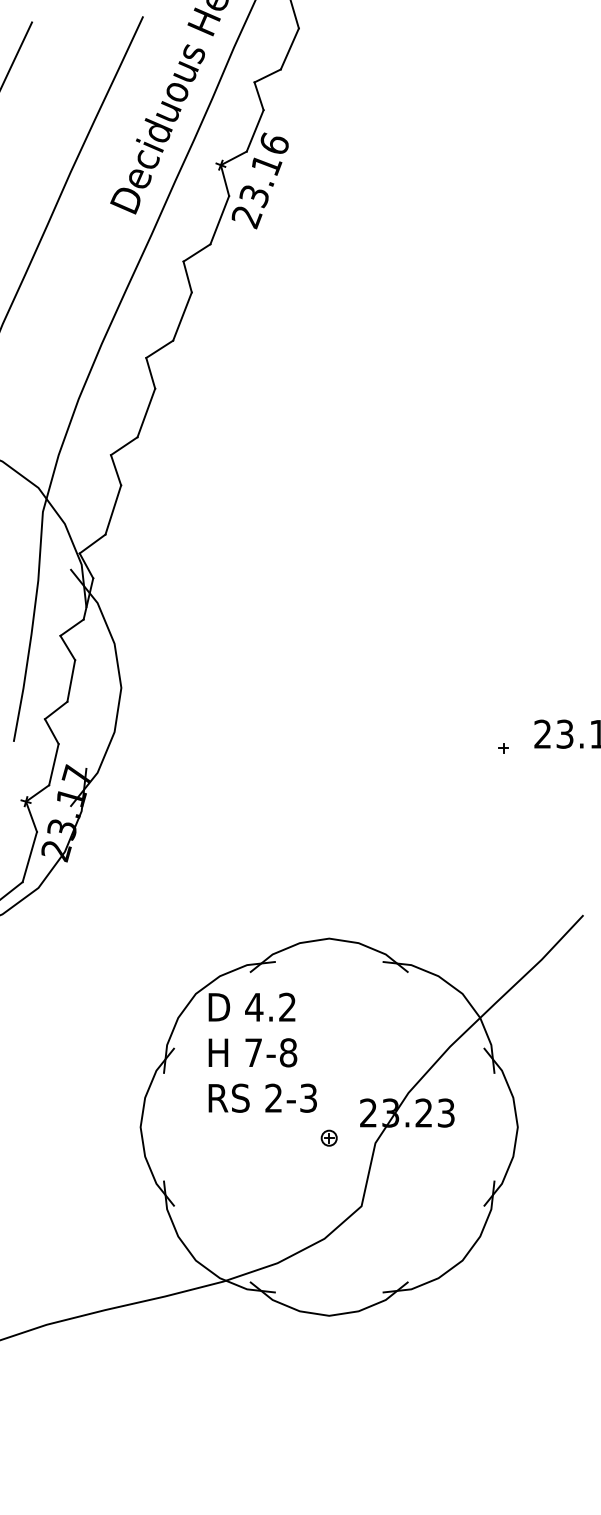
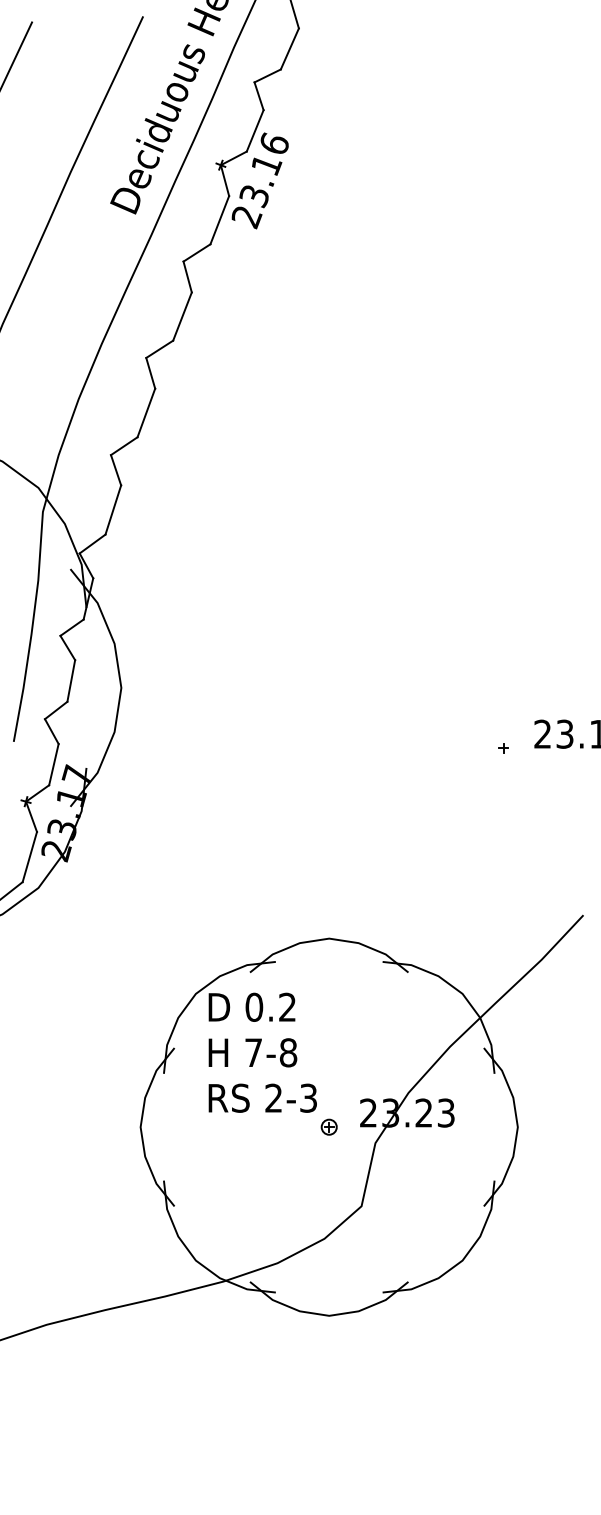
text at (254, 1006): 4.2 -> 0.2
part at (328, 1137) position: (328, 1137) -> (328, 1126)
